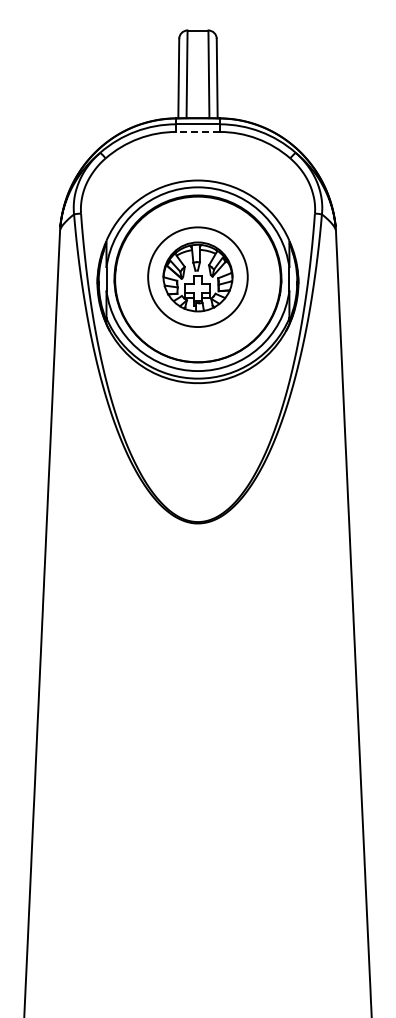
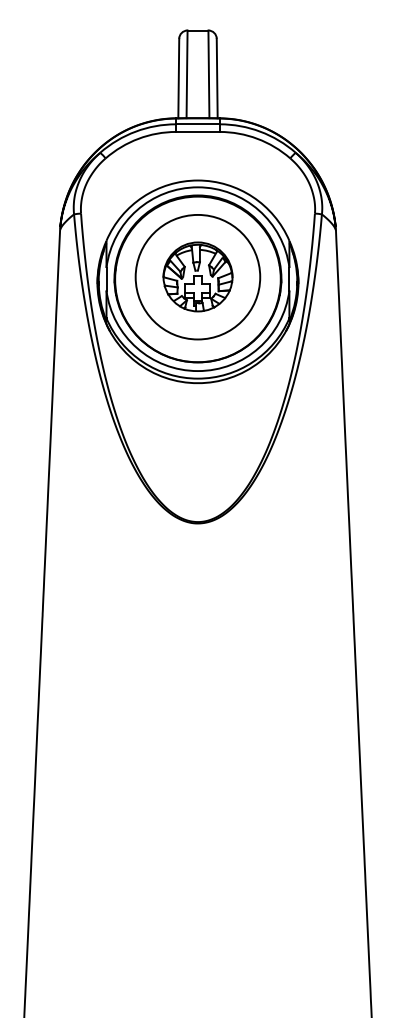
line at (198, 131): dashed -> solid
circle at (197, 277) diameter: 100 px -> 125 px
